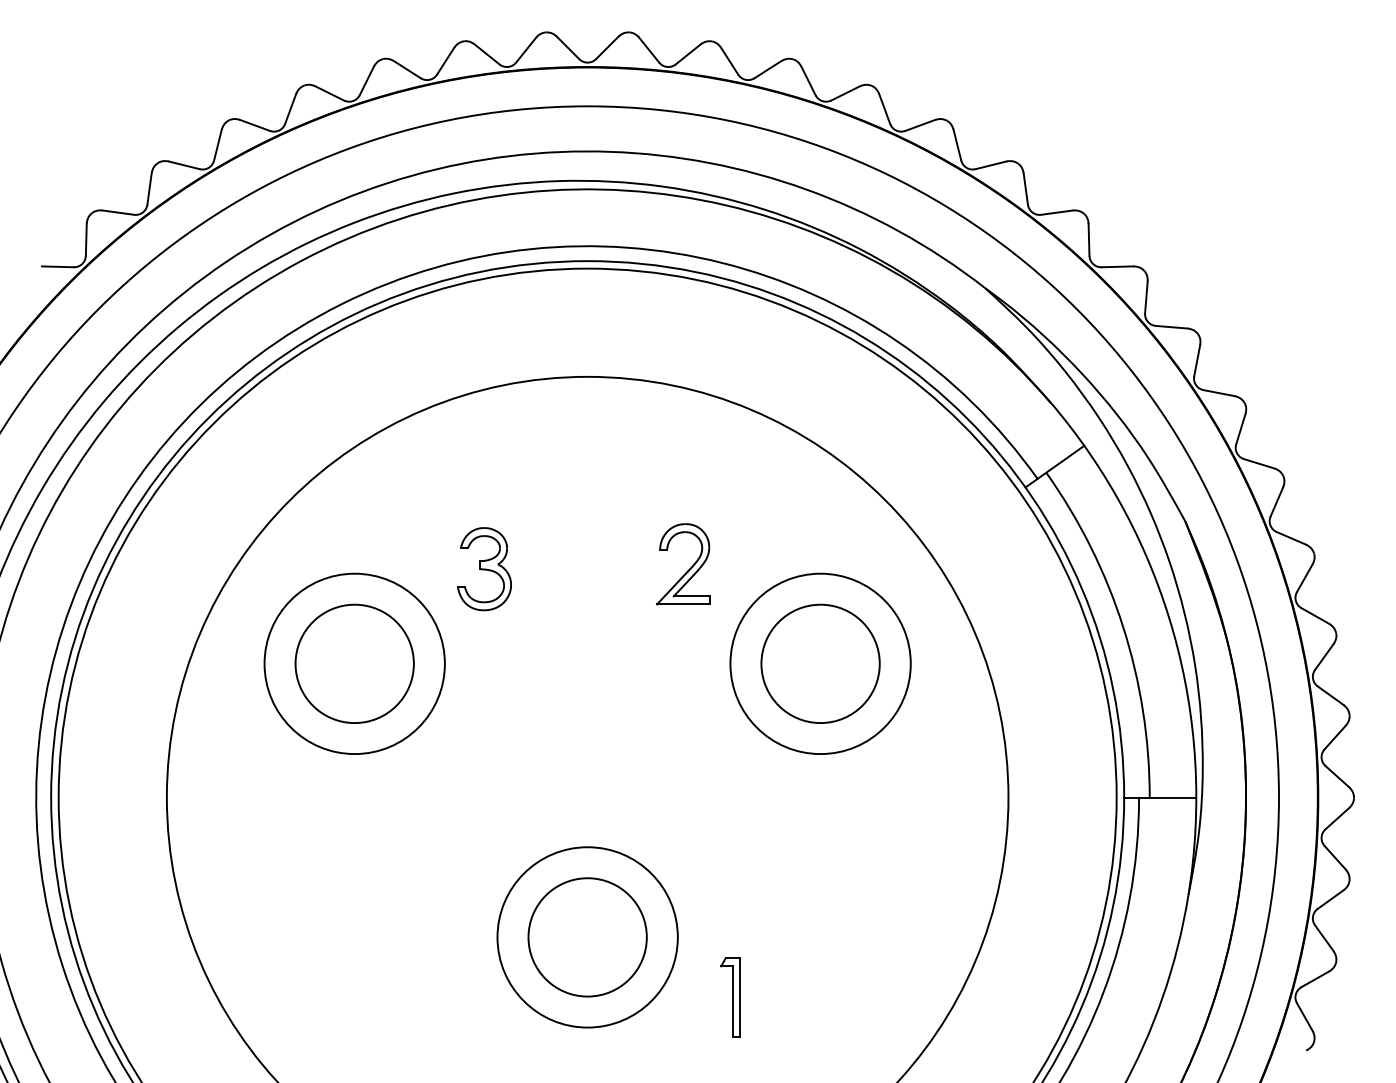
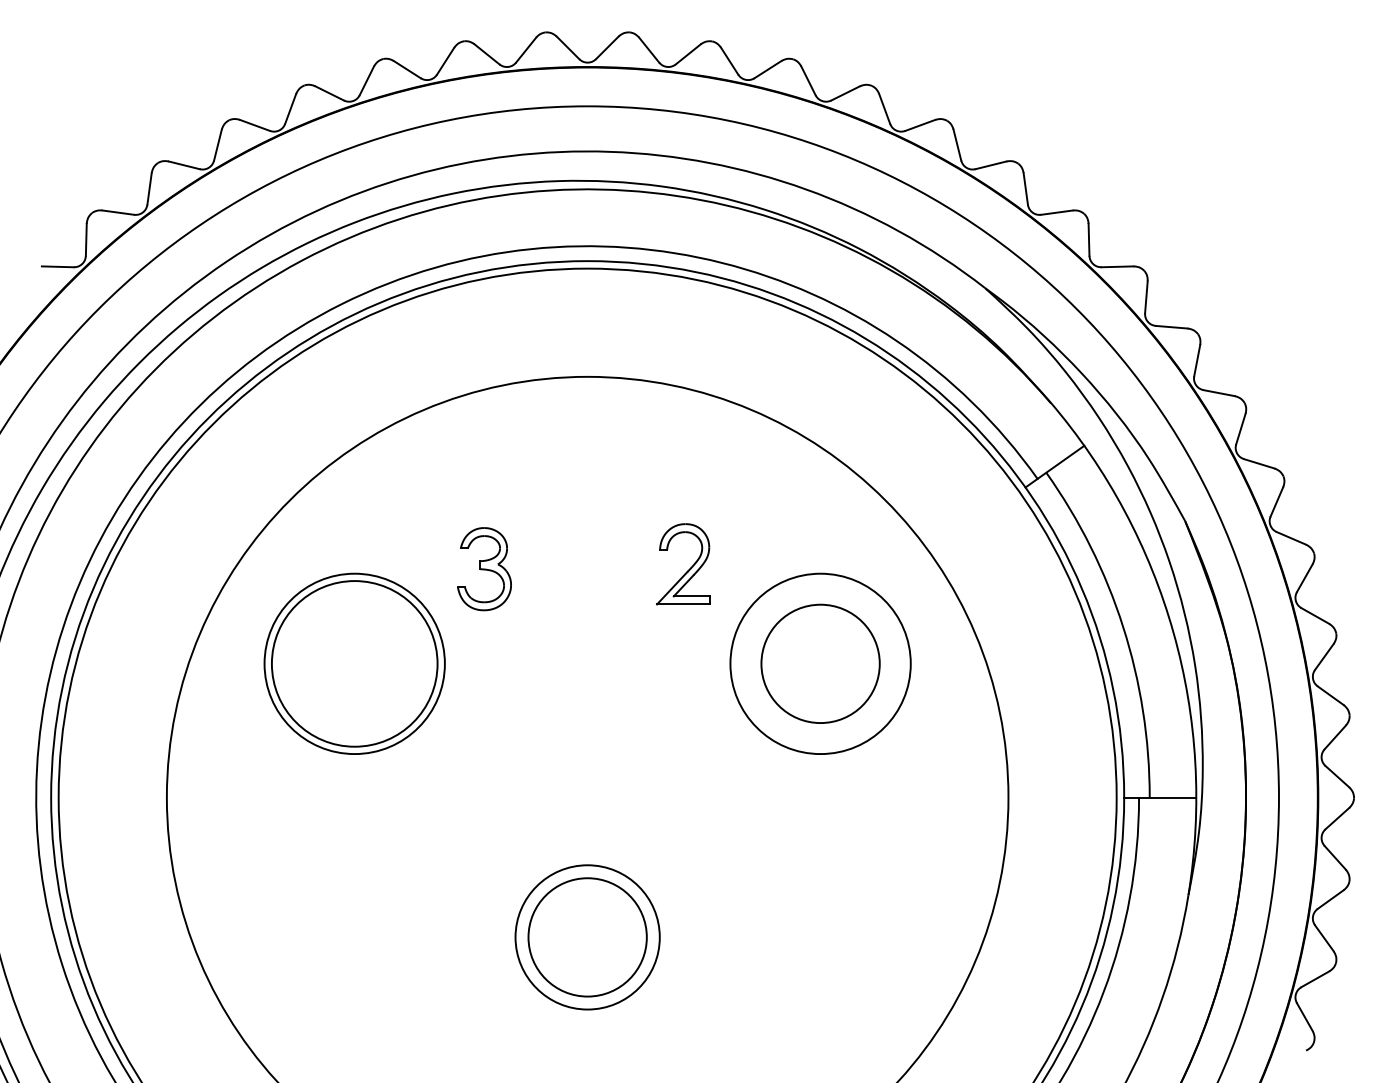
circle at (354, 663) diameter: 118 px -> 166 px
circle at (587, 937) diameter: 180 px -> 144 px
part at (730, 997): present -> none
